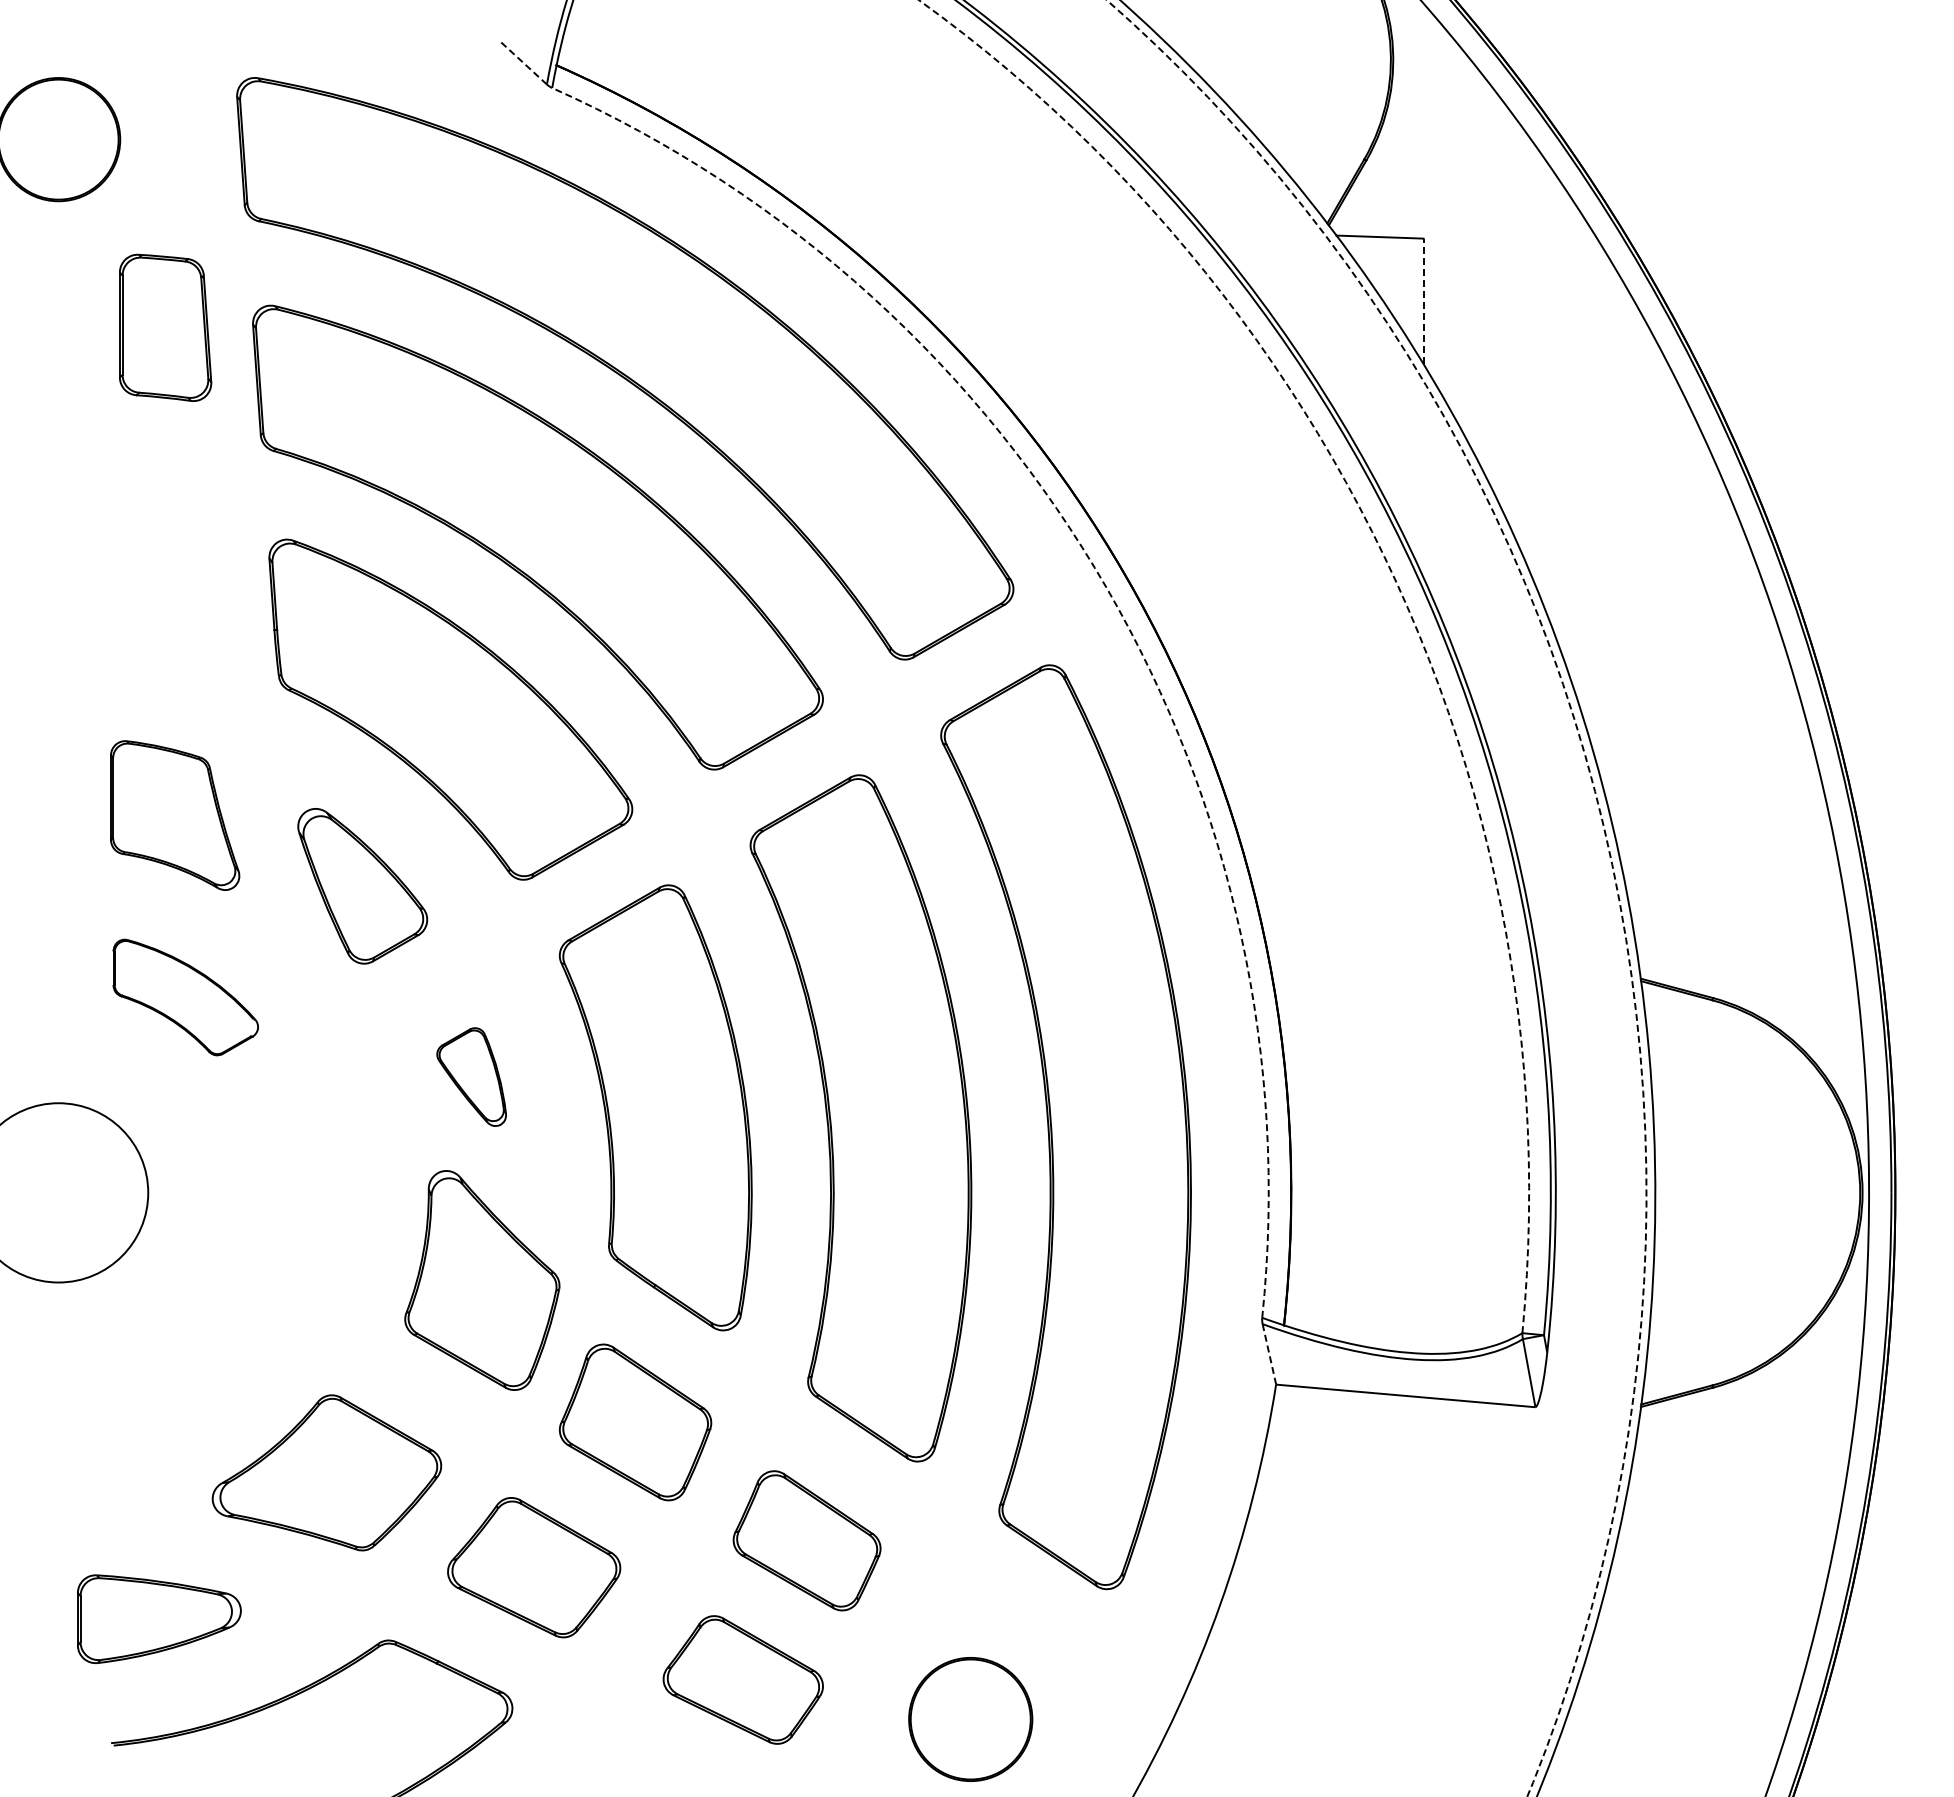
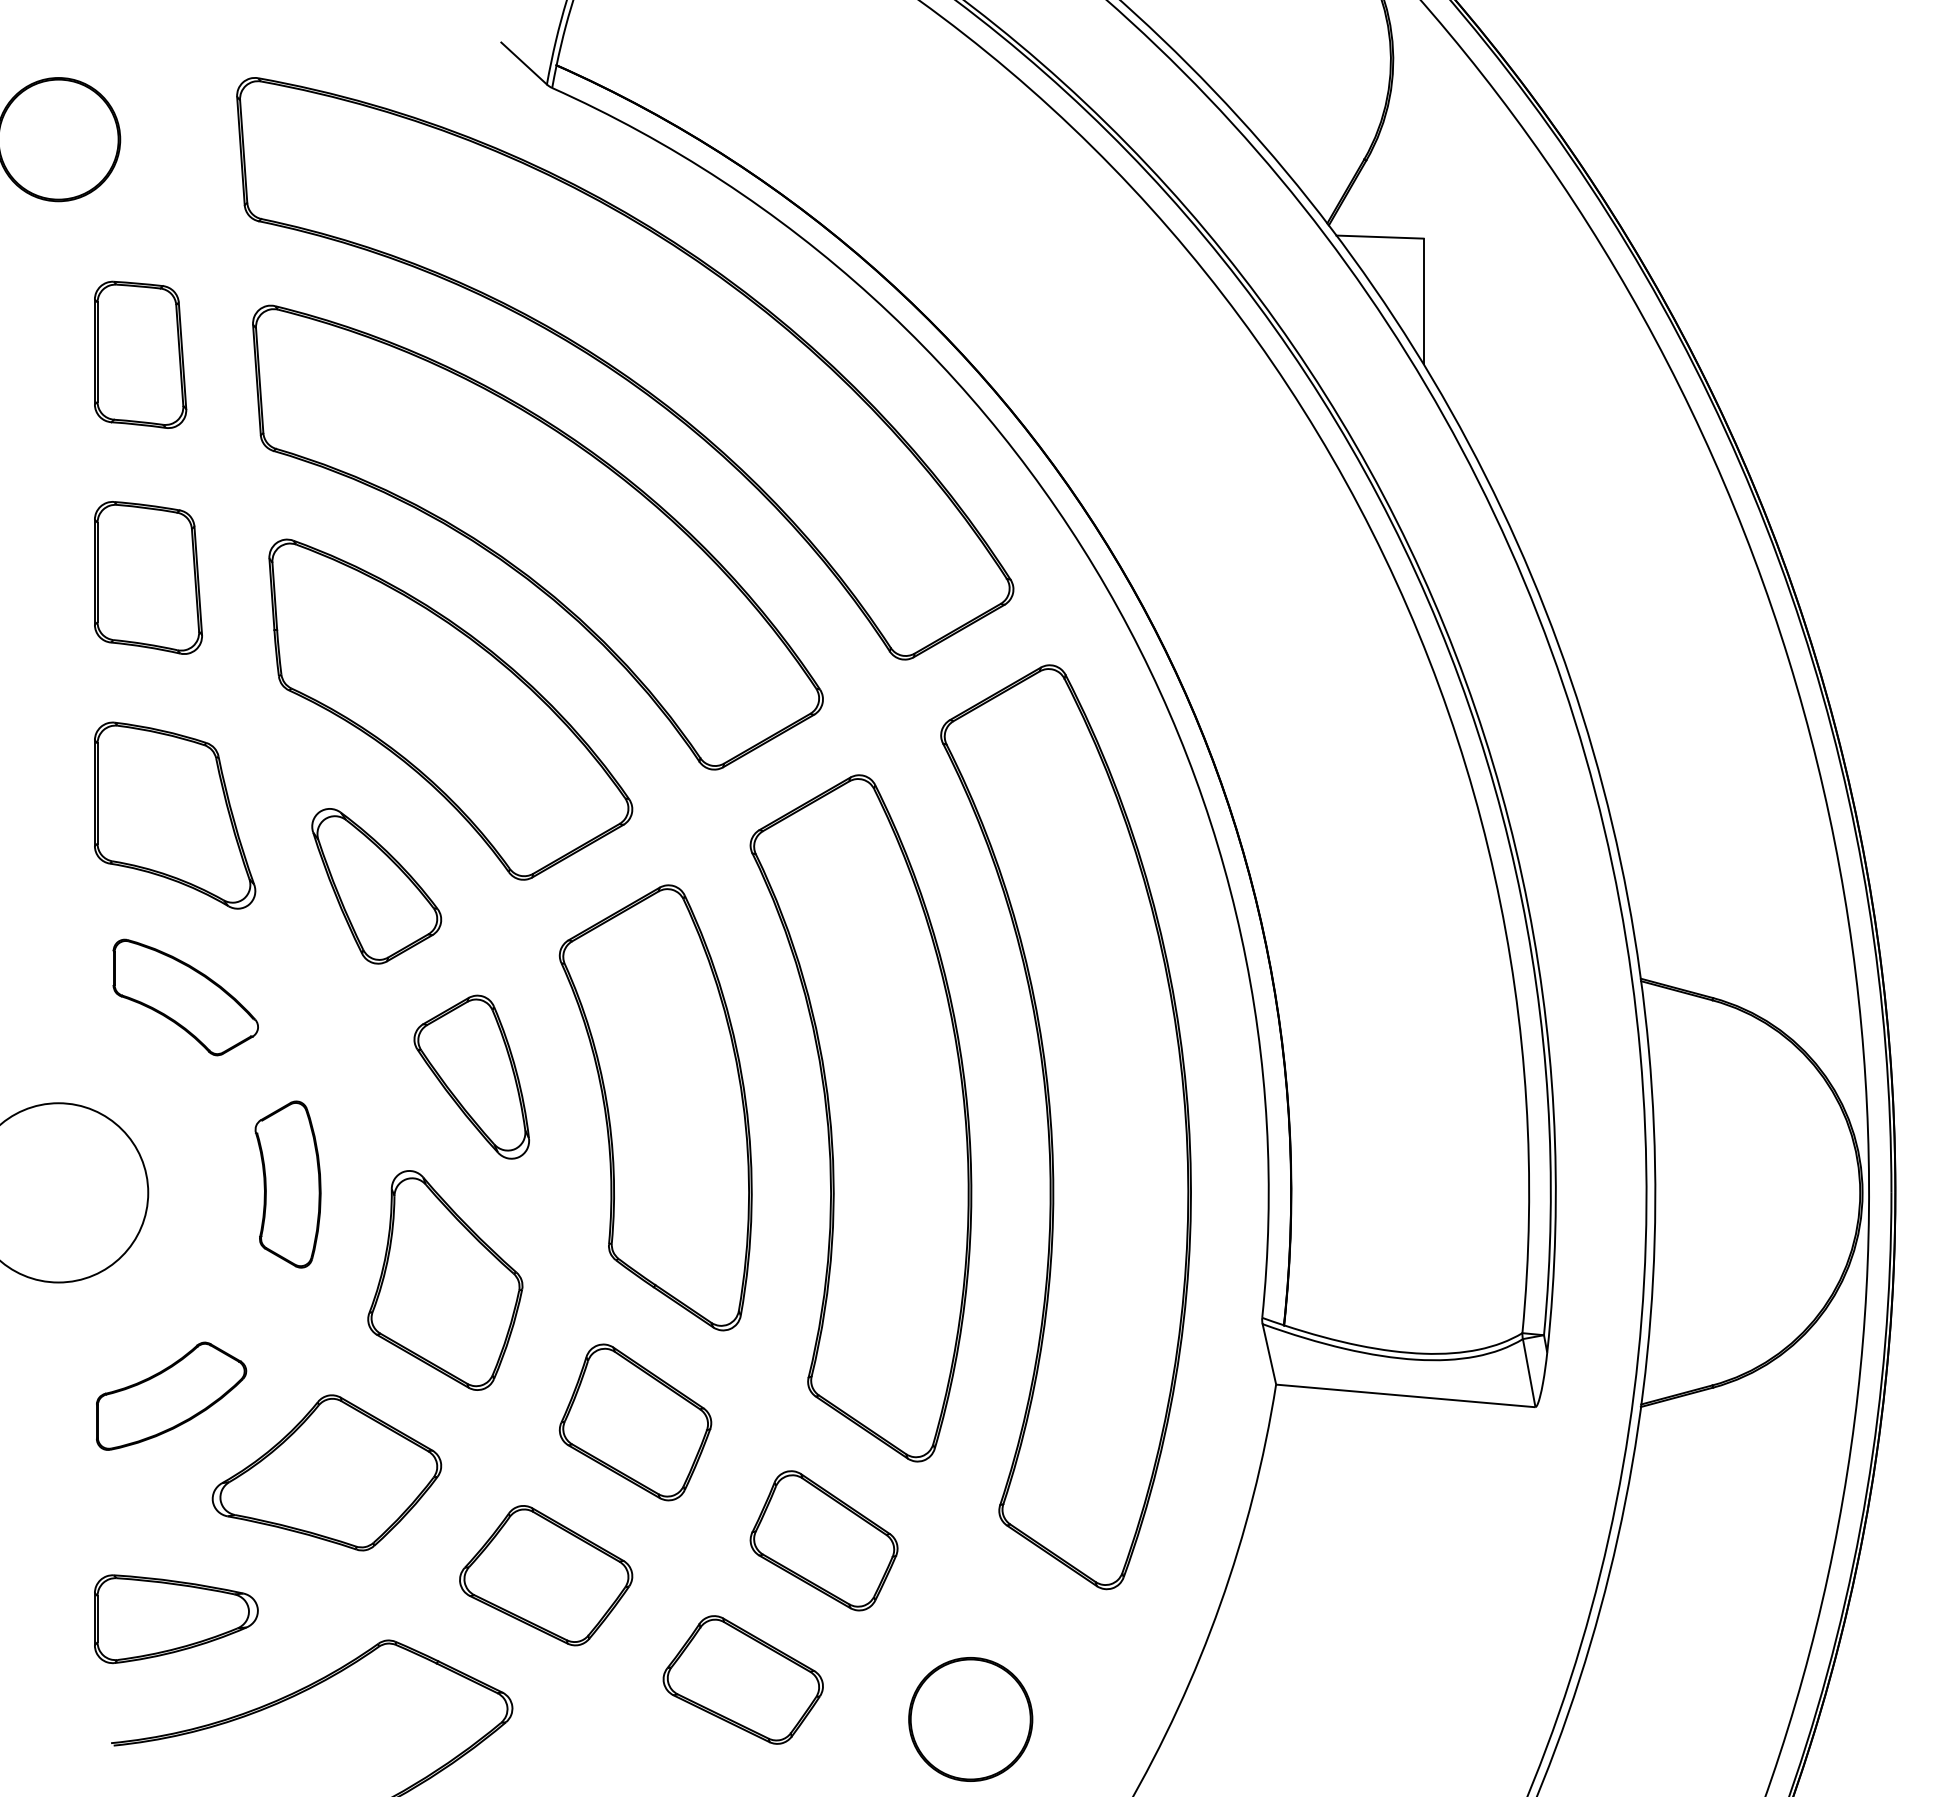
line at (524, 63): dashed -> solid
line at (1423, 301): dashed -> solid
part at (165, 327) position: (165, 327) -> (140, 354)
part at (148, 577): none -> present
arc at (1396, 583): dashed -> solid
arc at (1106, 587): dashed -> solid
part at (175, 815) size: 131x151 px -> 163x189 px
arc at (1604, 828): dashed -> solid
part at (362, 886) position: (362, 886) -> (376, 886)
part at (471, 1076) size: 71x100 px -> 117x166 px
part at (287, 1184): none -> present
part at (482, 1280) position: (482, 1280) -> (445, 1280)
line at (1269, 1354): dashed -> solid
part at (171, 1395): none -> present
part at (806, 1540) position: (806, 1540) -> (823, 1540)
part at (534, 1567) position: (534, 1567) -> (546, 1575)
part at (159, 1619) position: (159, 1619) -> (176, 1619)
